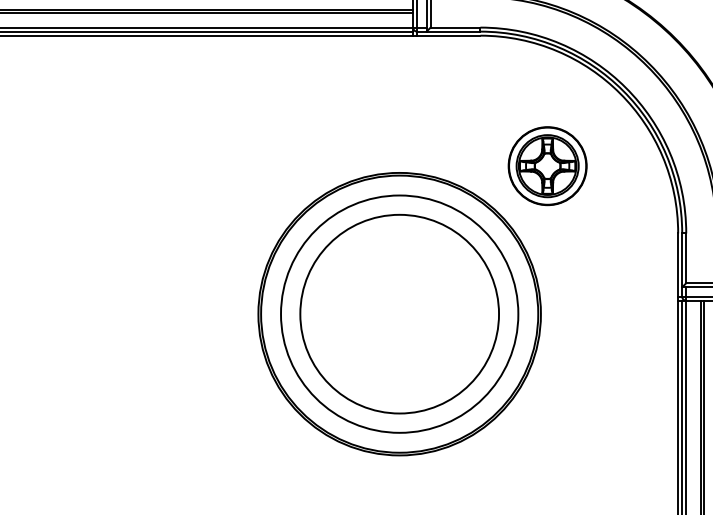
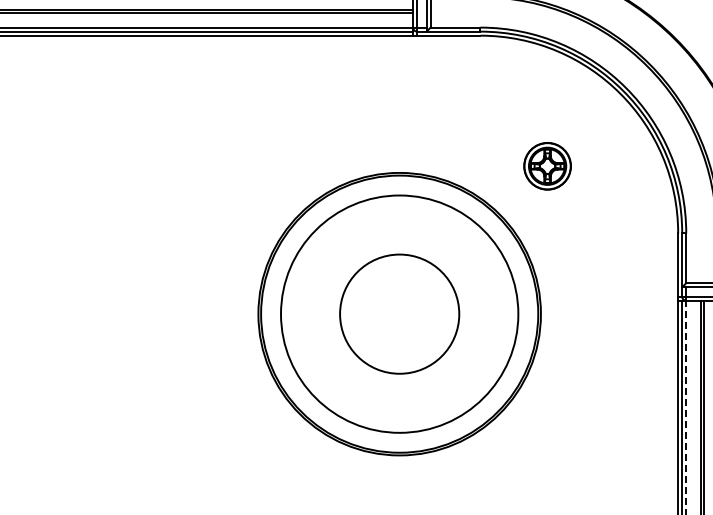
part at (547, 166) size: 81x81 px -> 49x49 px
circle at (399, 313) diameter: 199 px -> 119 px
line at (686, 407): solid -> dashed
